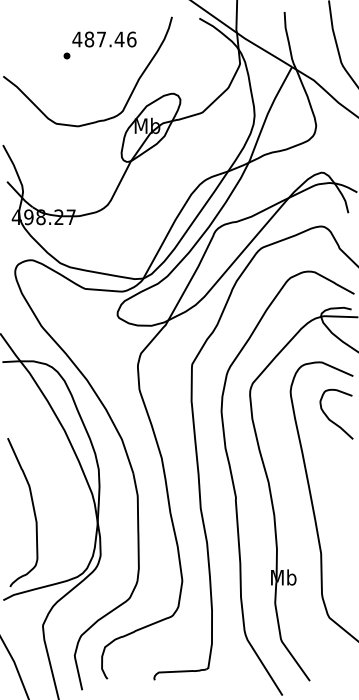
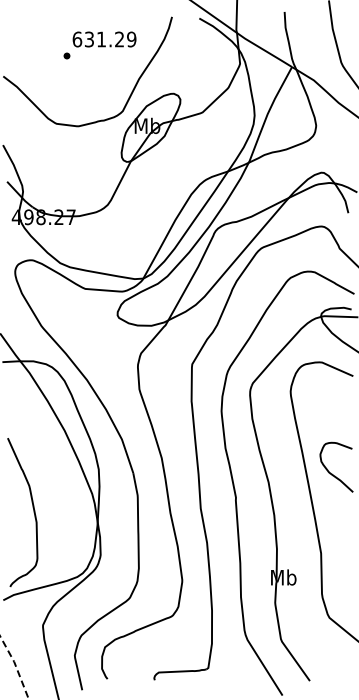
text at (104, 39): 487.46 -> 631.29
curve at (332, 420) position: (332, 420) -> (332, 473)
line at (16, 667): solid -> dashed
